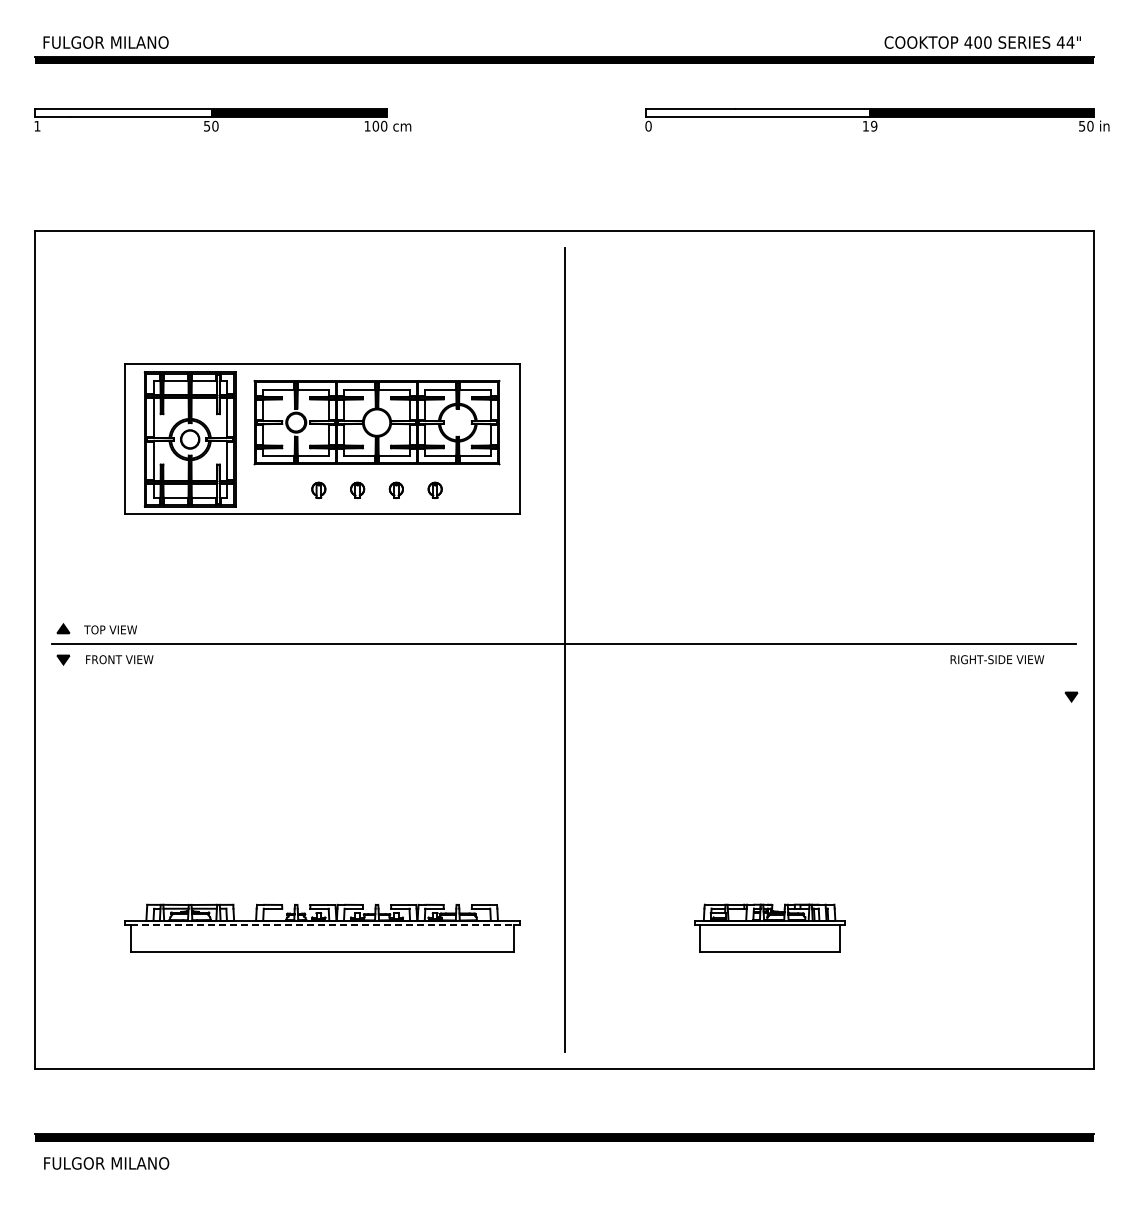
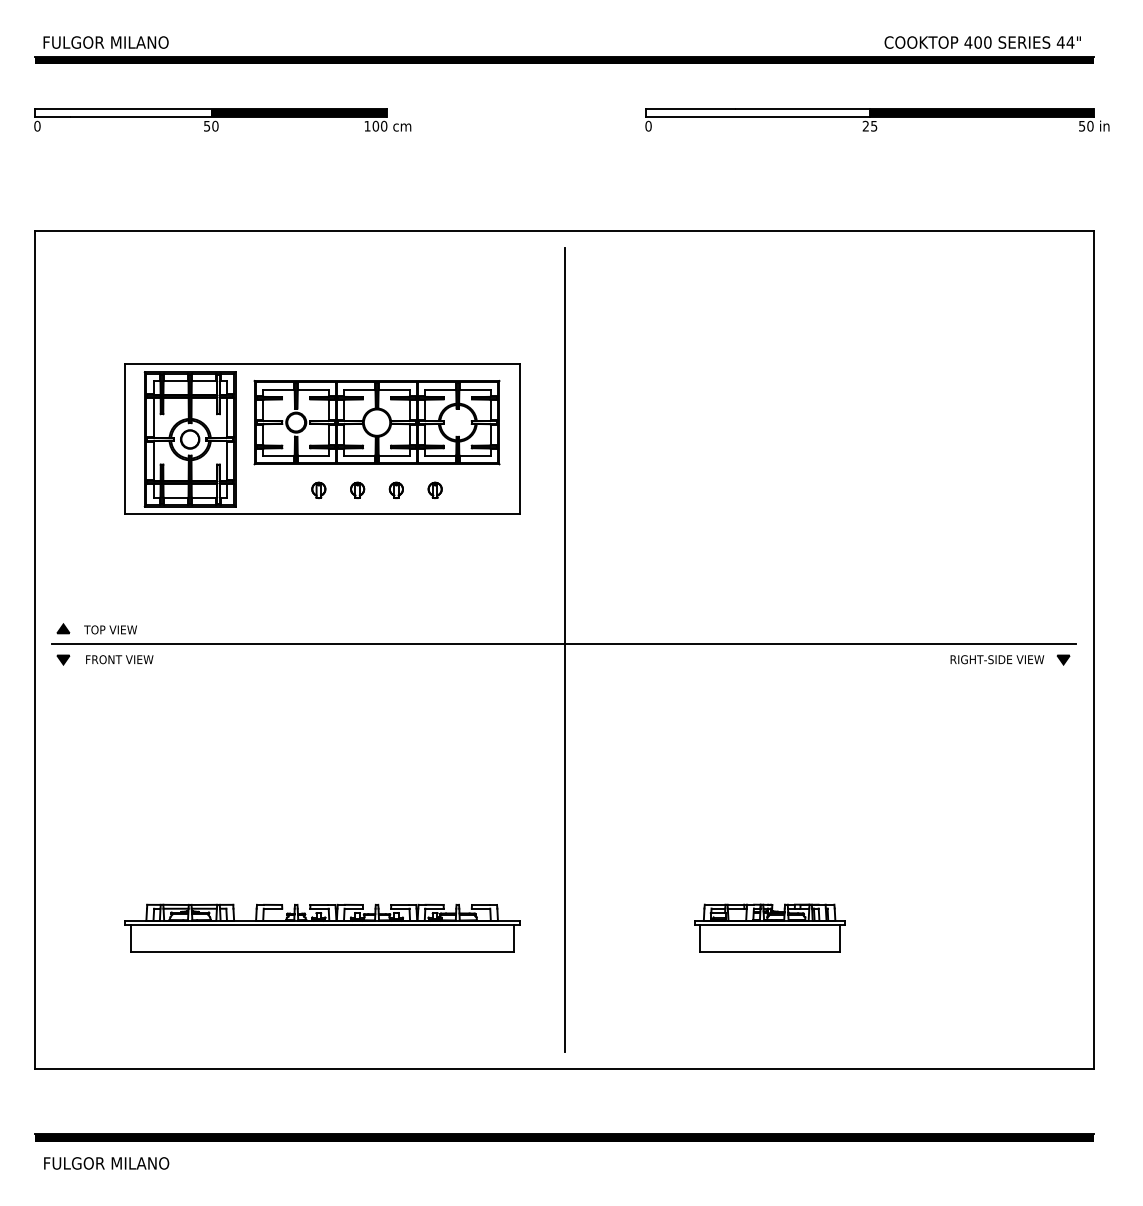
text at (37, 125): 1 -> 0
text at (869, 125): 19 -> 25
part at (1071, 696) position: (1071, 696) -> (1063, 659)
line at (322, 925): dashed -> solid
